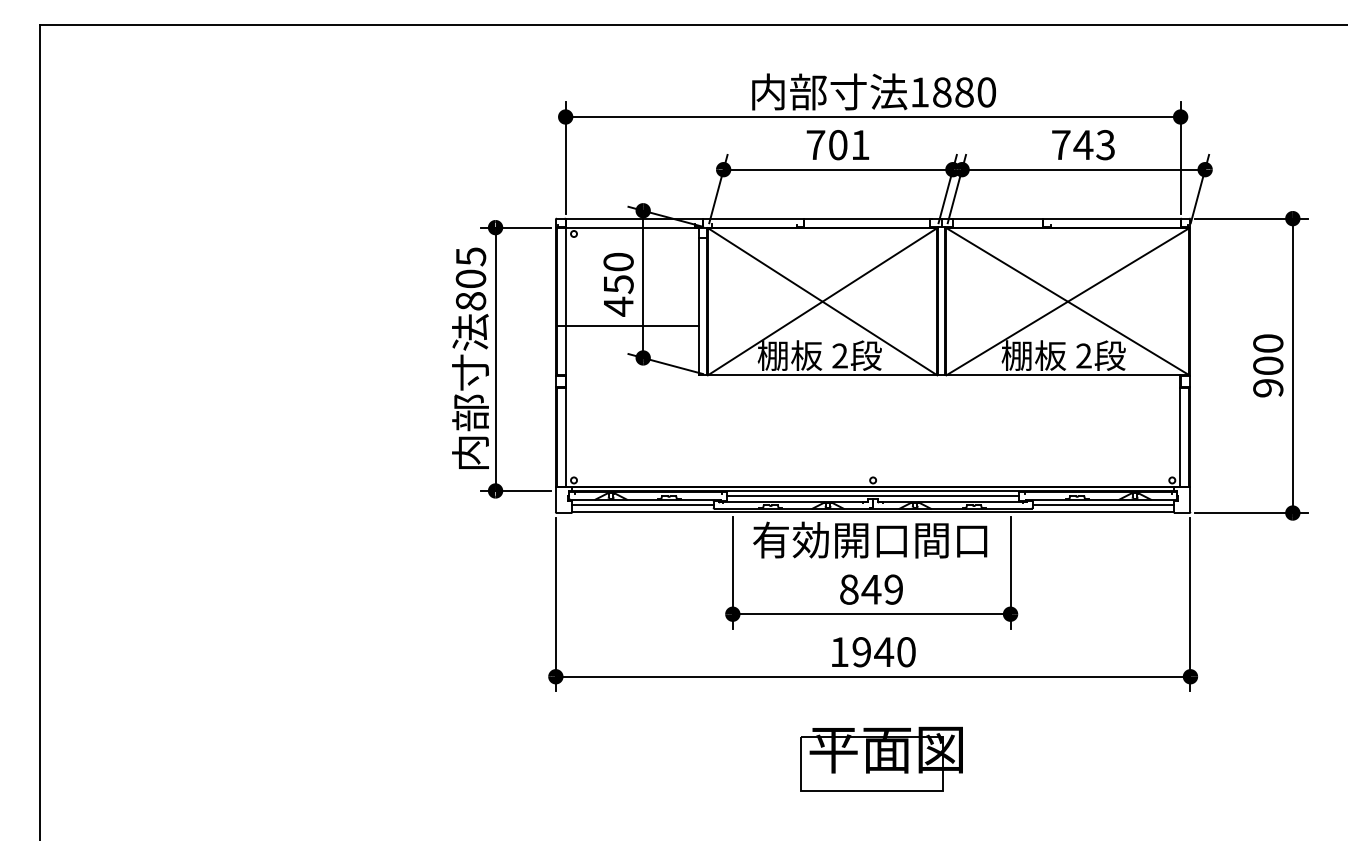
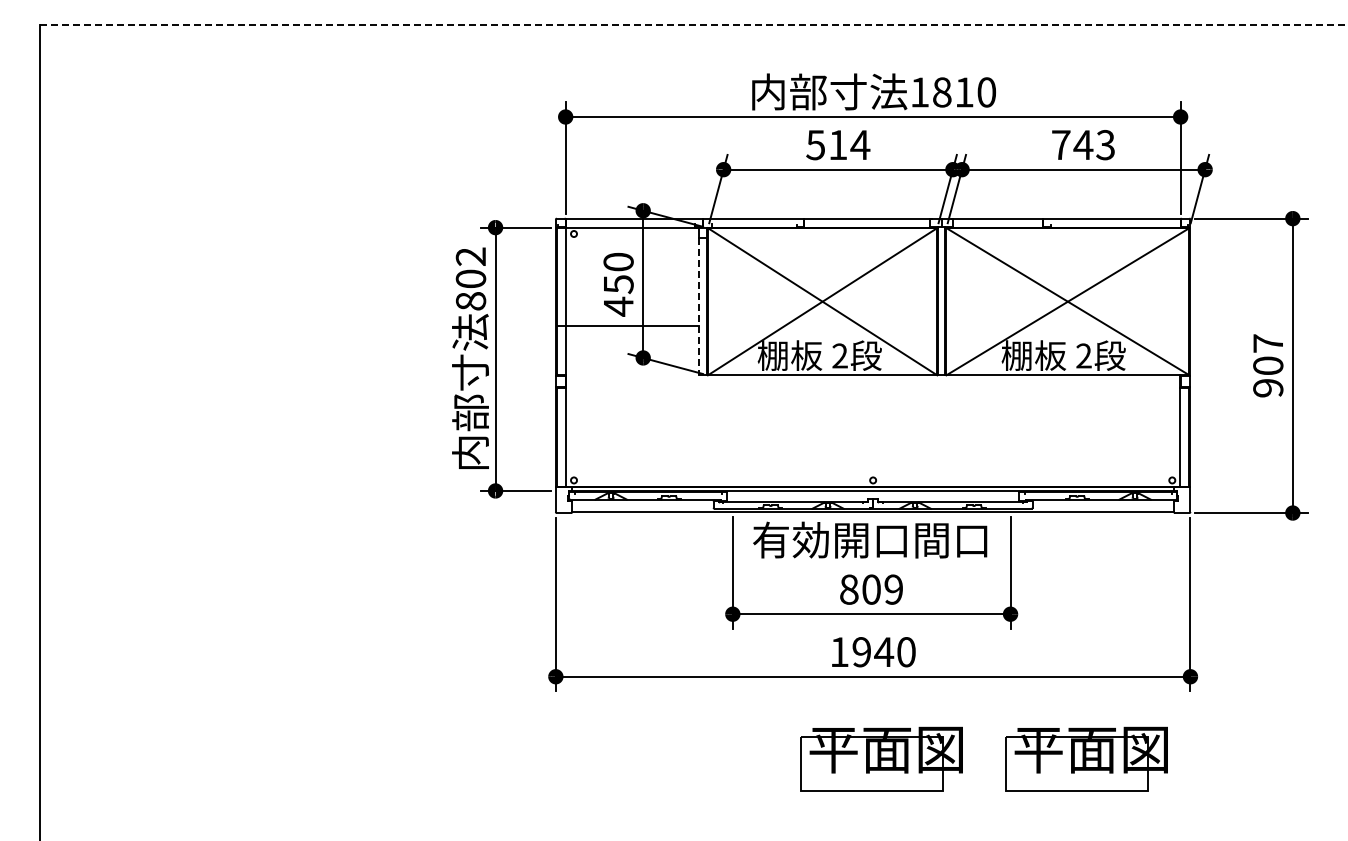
line at (694, 25): solid -> dashed
text at (964, 92): 1880 -> 1810
text at (838, 145): 701 -> 514
text at (470, 256): 805 -> 802
line at (699, 306): solid -> dashed
text at (1268, 343): 900 -> 907
line at (873, 495): present -> none
line at (642, 505): present -> none
line at (1103, 505): present -> none
text at (871, 589): 849 -> 809
part at (1086, 758): none -> present
